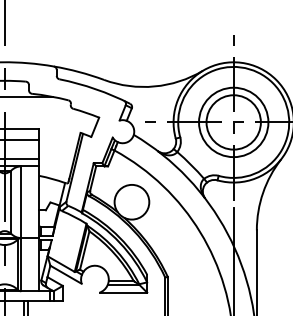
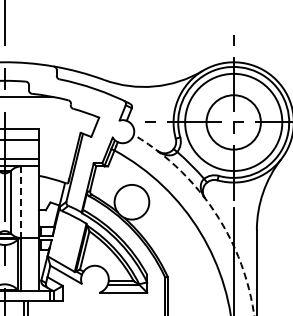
circle at (233, 122) diameter: 69 px -> 97 px
line at (21, 202): solid -> dashed
arc at (214, 212): solid -> dashed
